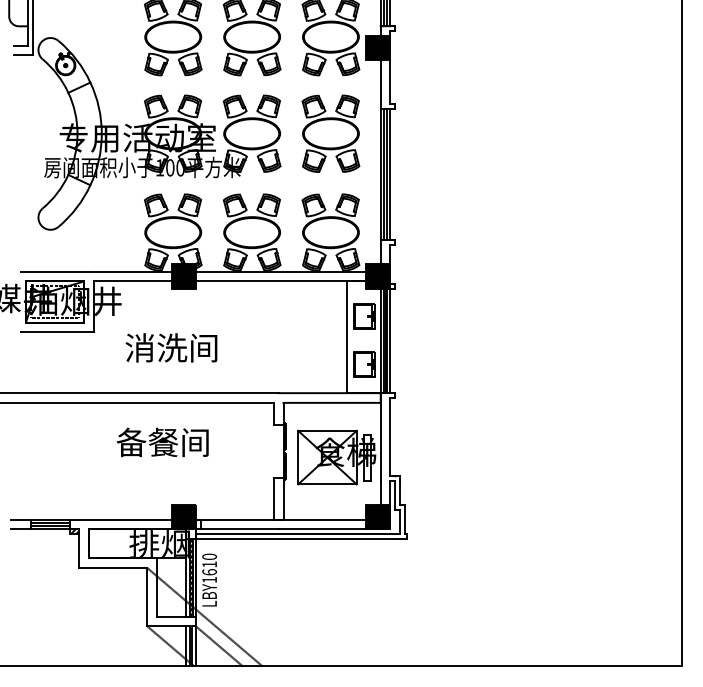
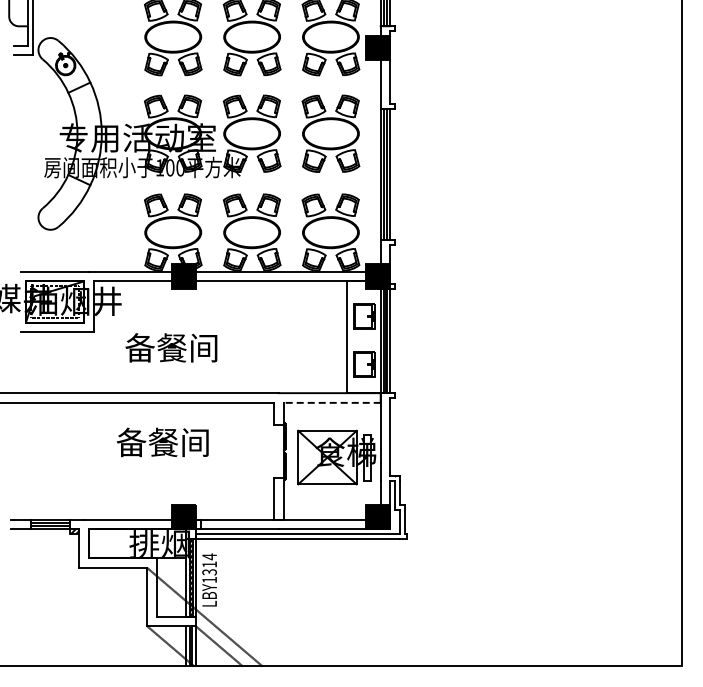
text at (156, 347): 消洗间 -> 备餐间
line at (332, 402): solid -> dashed
text at (209, 564): LBY1610 -> LBY1314
